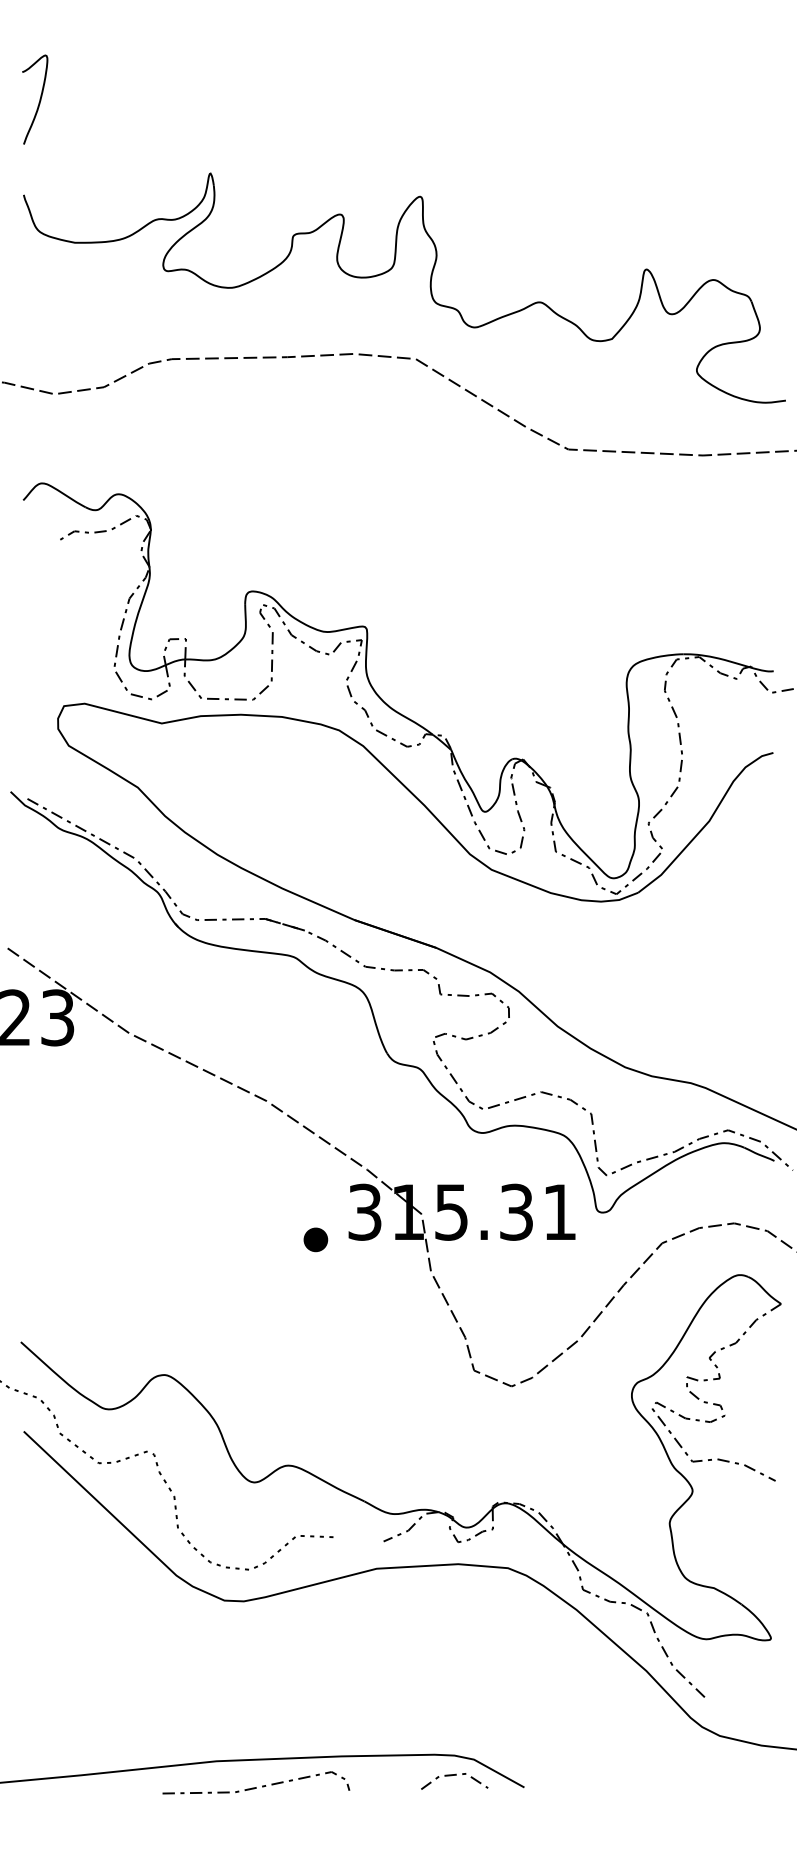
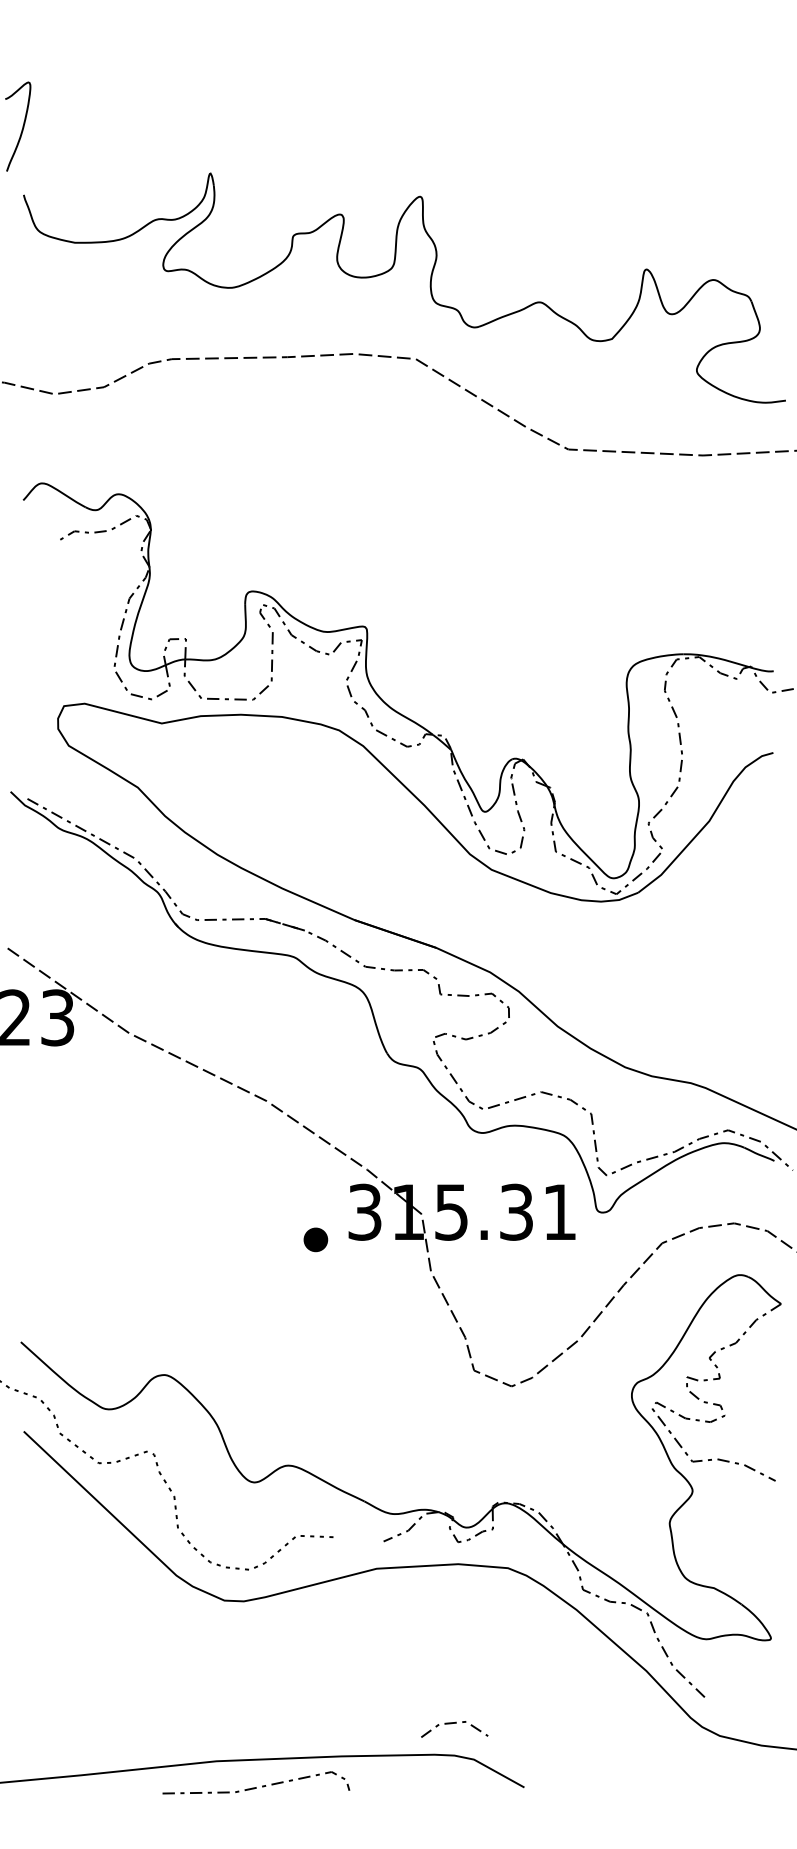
curve at (39, 99) position: (39, 99) -> (22, 126)
line at (451, 1776) position: (451, 1776) -> (451, 1724)
